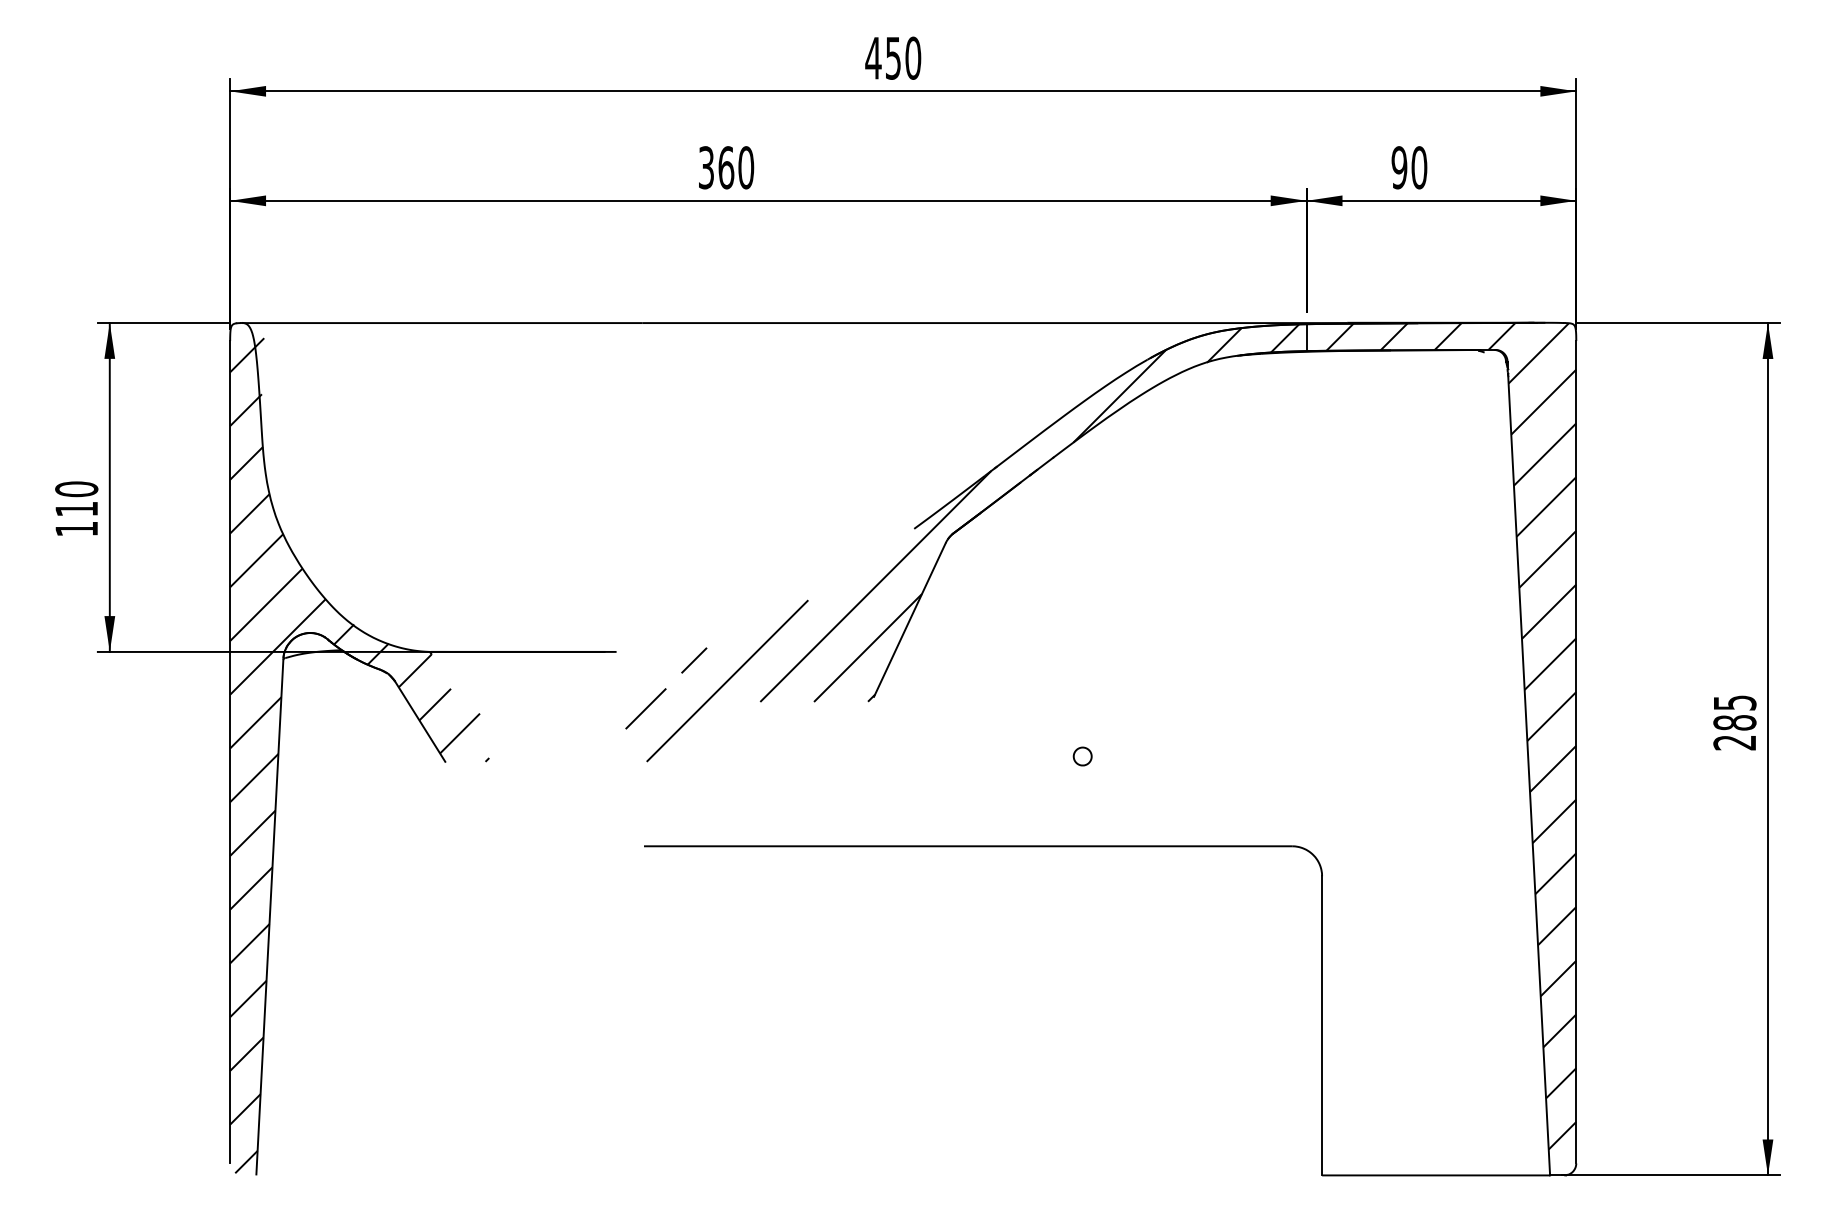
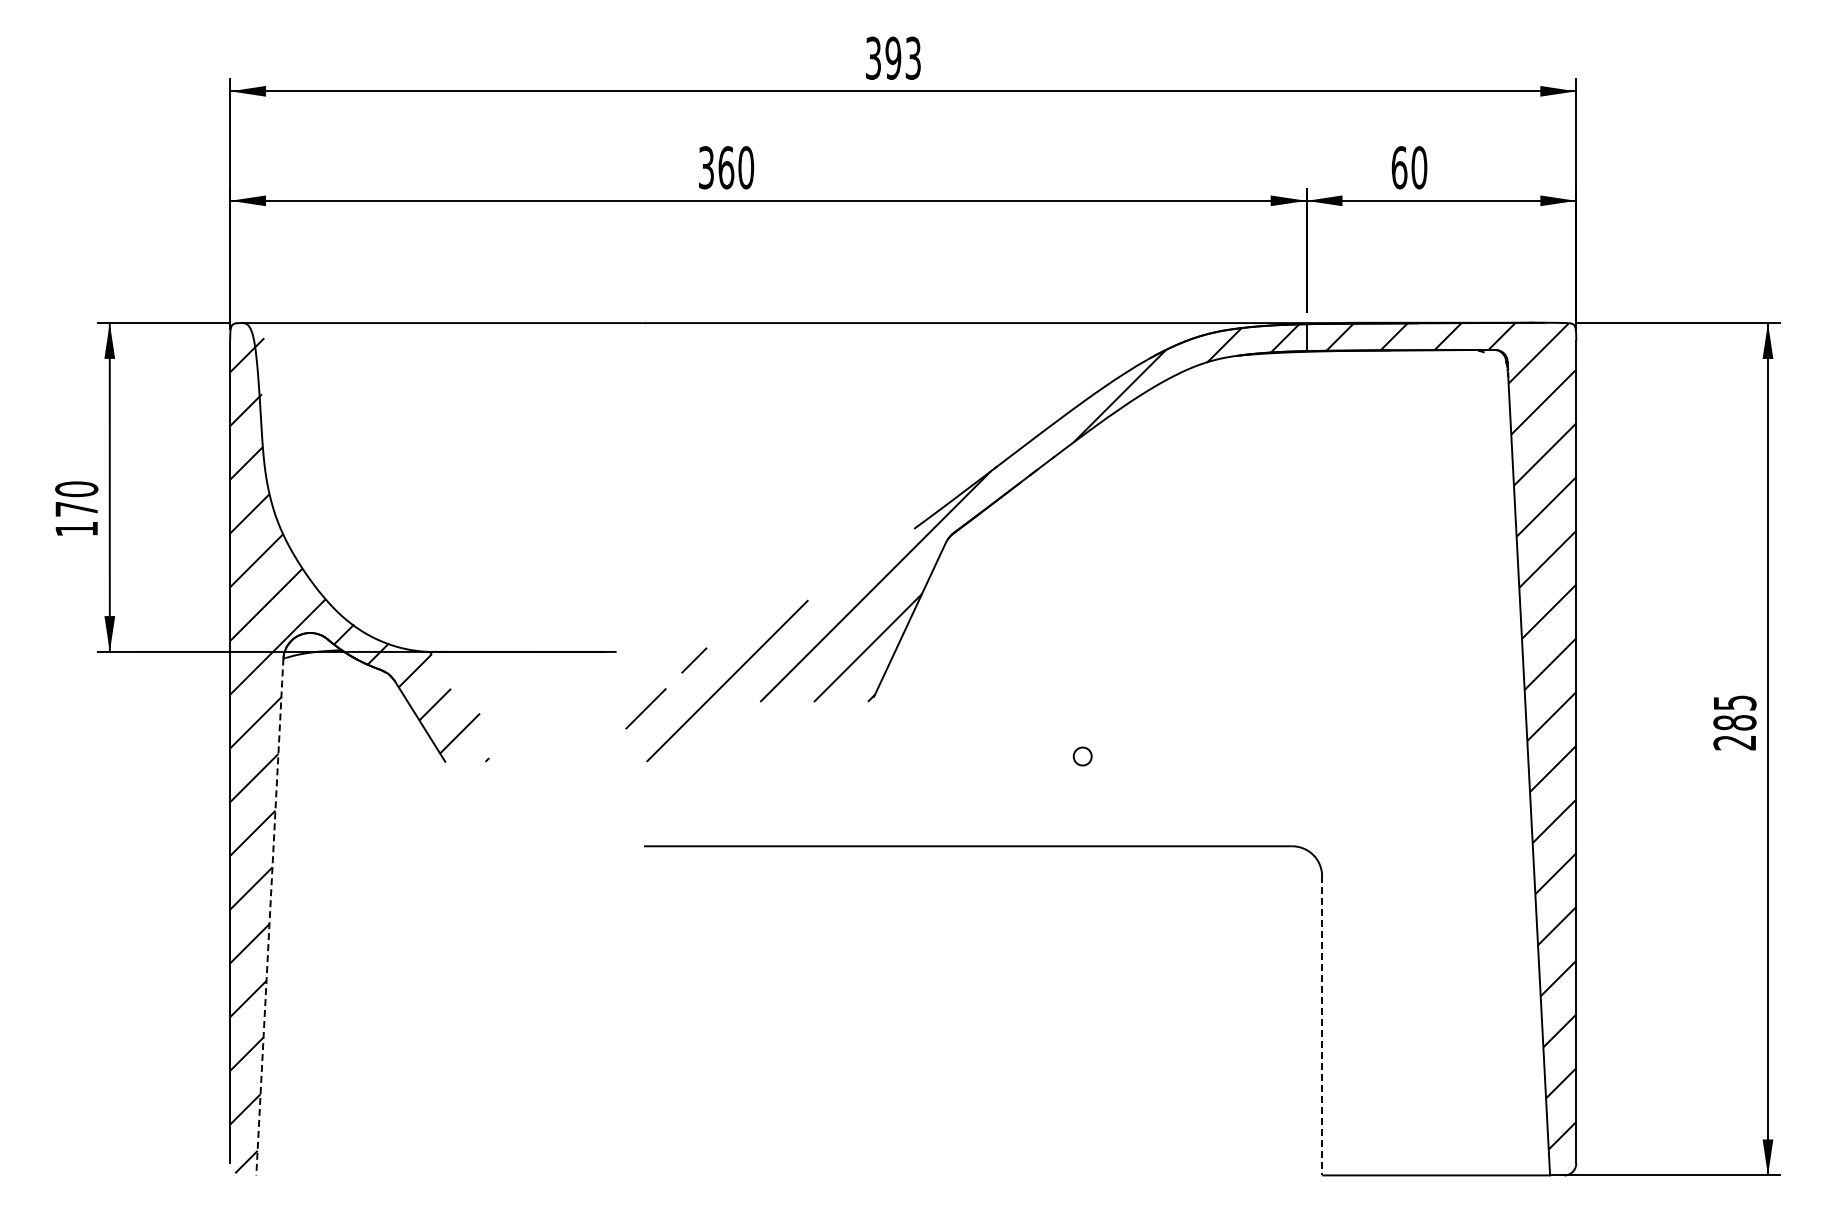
text at (893, 57): 450 -> 393
text at (1399, 167): 90 -> 60
text at (76, 509): 110 -> 170
line at (269, 916): solid -> dashed
line at (1322, 1025): solid -> dashed
